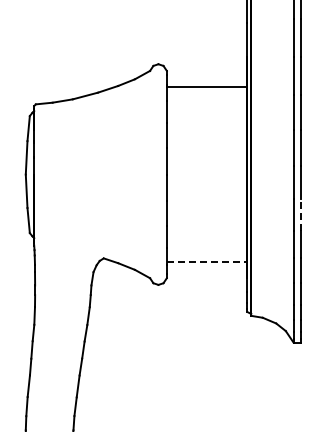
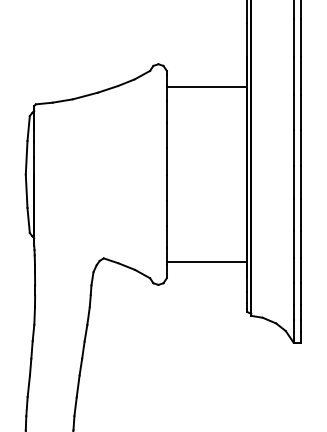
line at (301, 214): dashed -> solid
line at (207, 261): dashed -> solid
